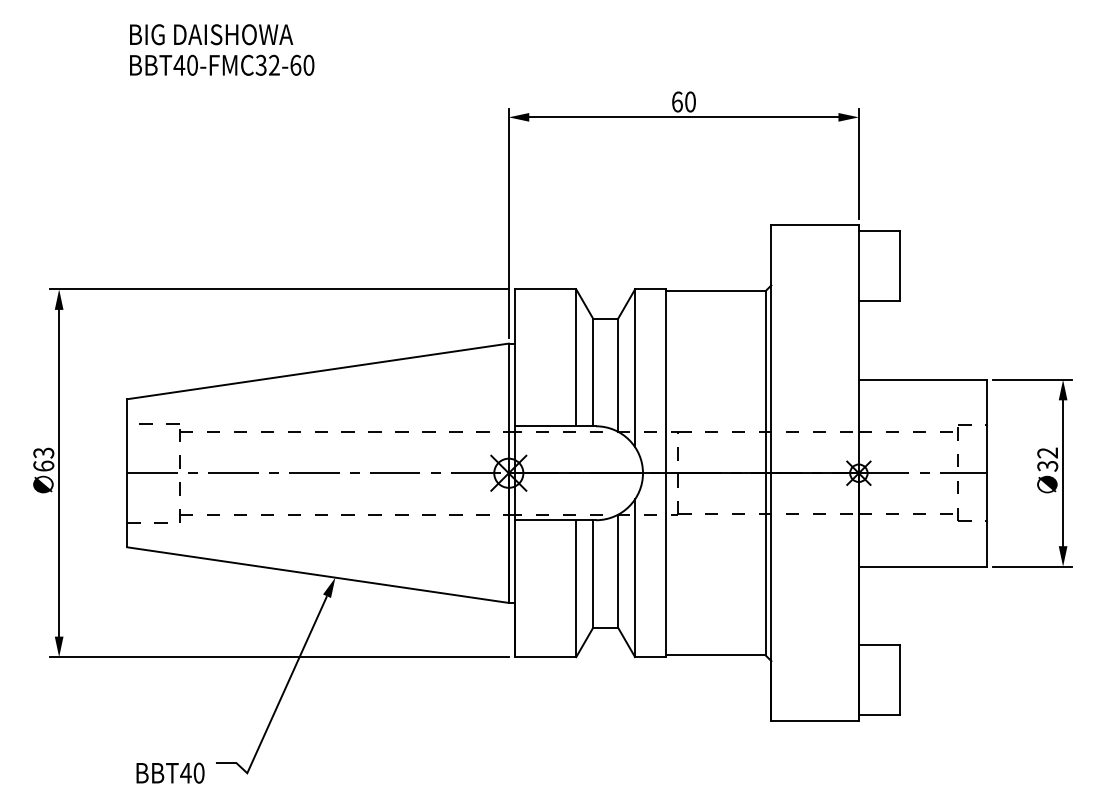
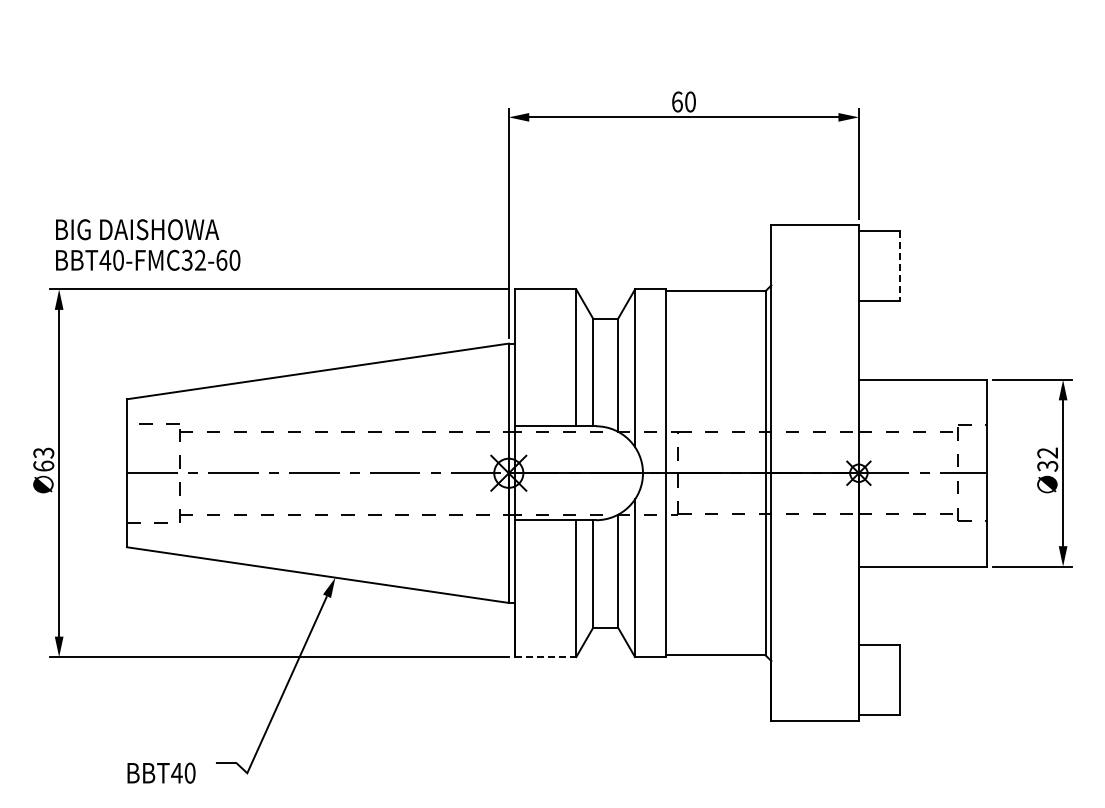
text at (222, 49) position: (222, 49) -> (148, 244)
line at (899, 266): solid -> dashed
line at (545, 657): solid -> dashed
text at (170, 772) position: (170, 772) -> (161, 772)
